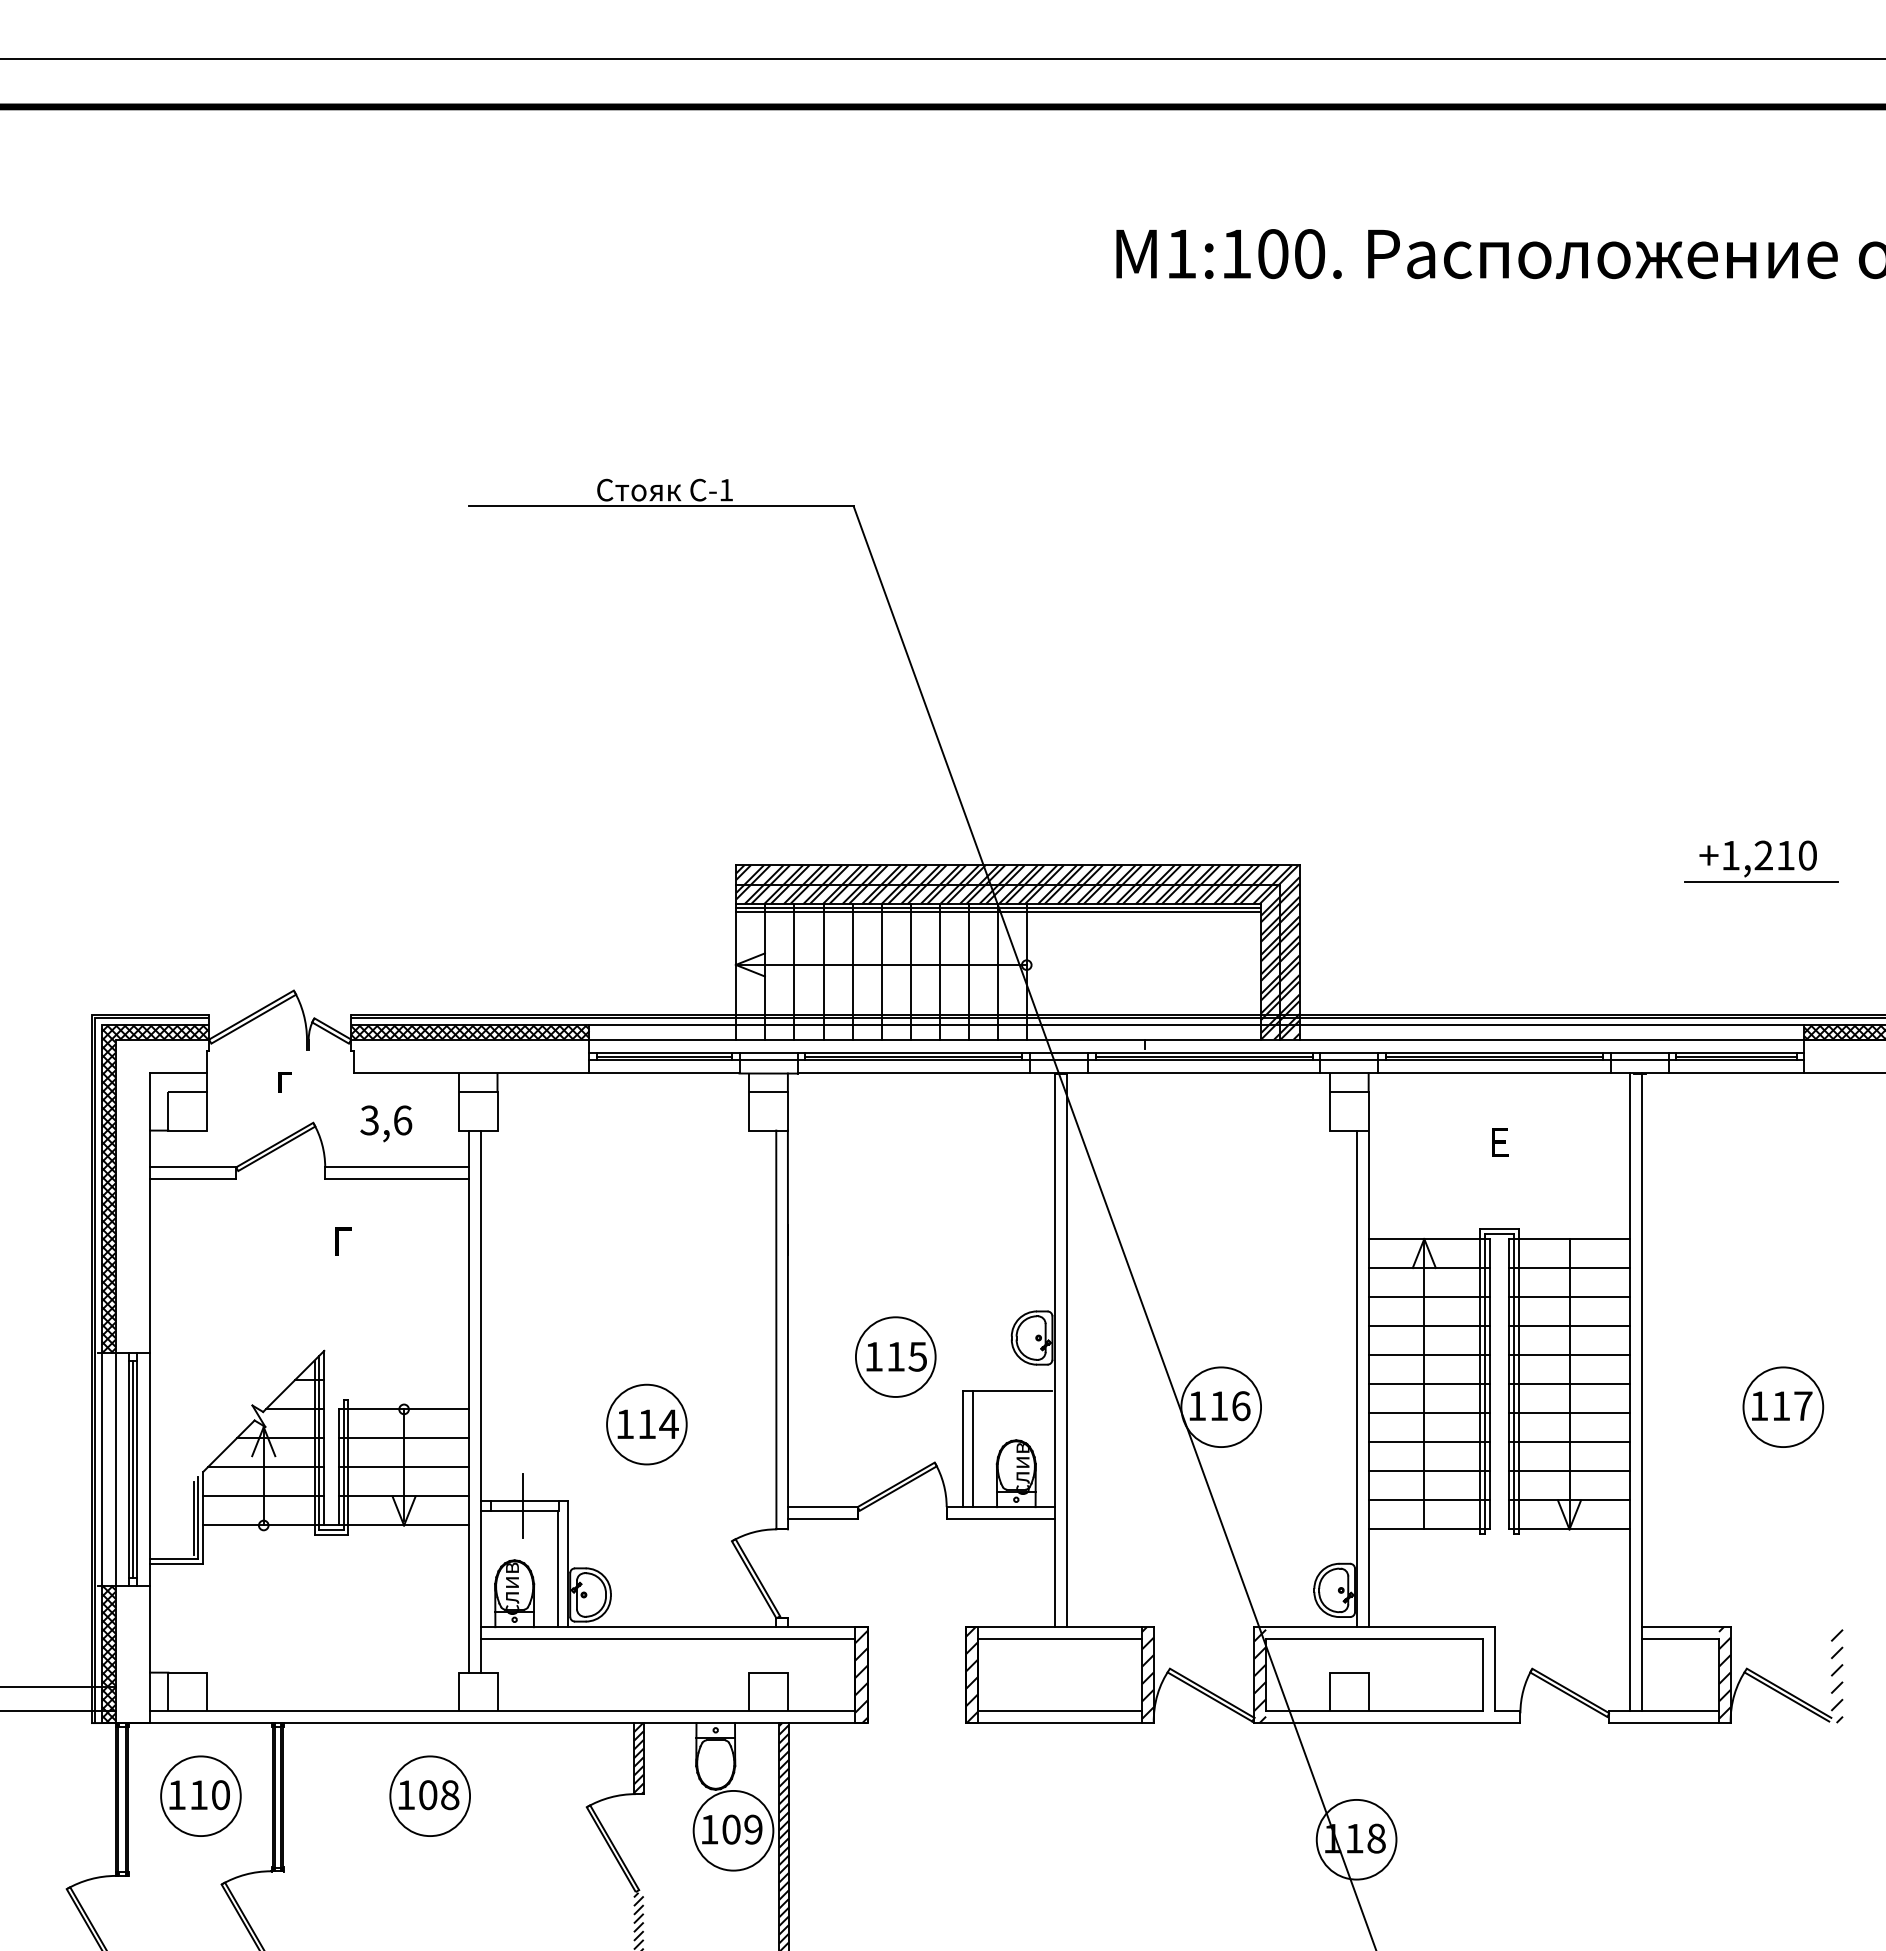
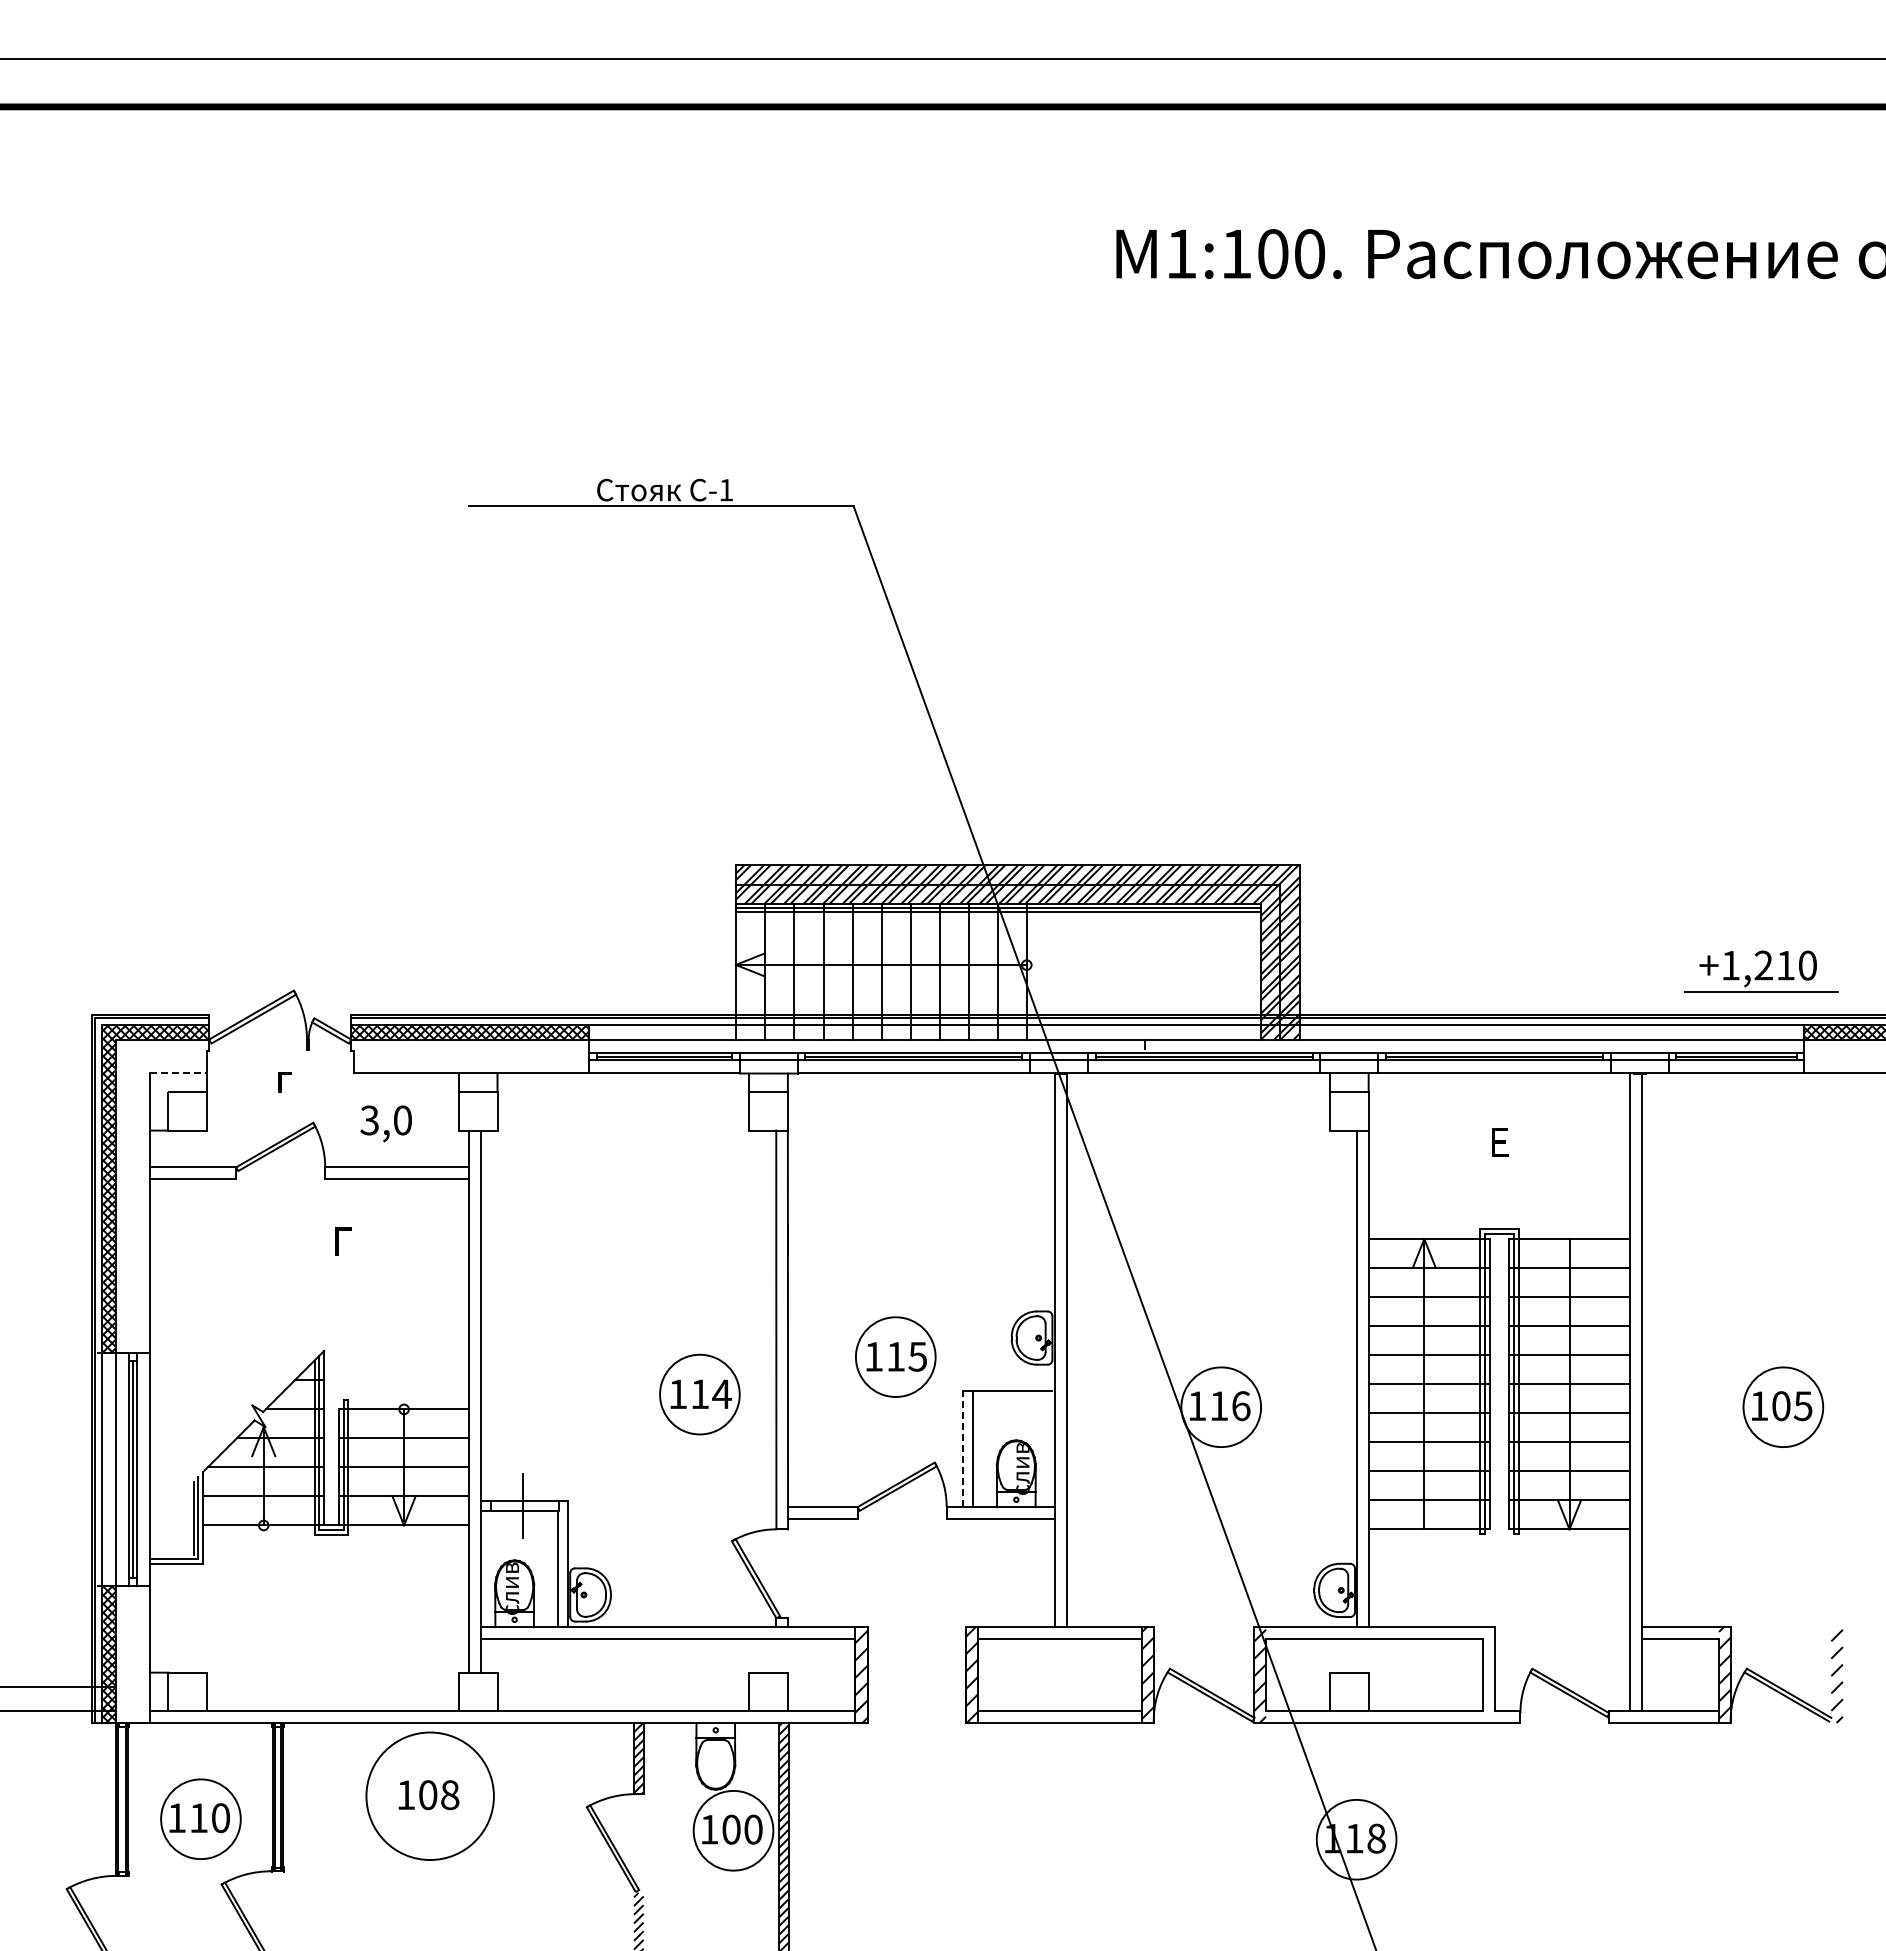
part at (1761, 861) position: (1761, 861) -> (1761, 971)
line at (178, 1073): solid -> dashed
text at (403, 1120): 3,6 -> 3,0
text at (1792, 1406): 117 -> 105
part at (646, 1424) position: (646, 1424) -> (699, 1394)
line at (962, 1448): solid -> dashed
part at (200, 1795) position: (200, 1795) -> (200, 1818)
circle at (430, 1796) diameter: 80 px -> 127 px
text at (753, 1829): 109 -> 100
